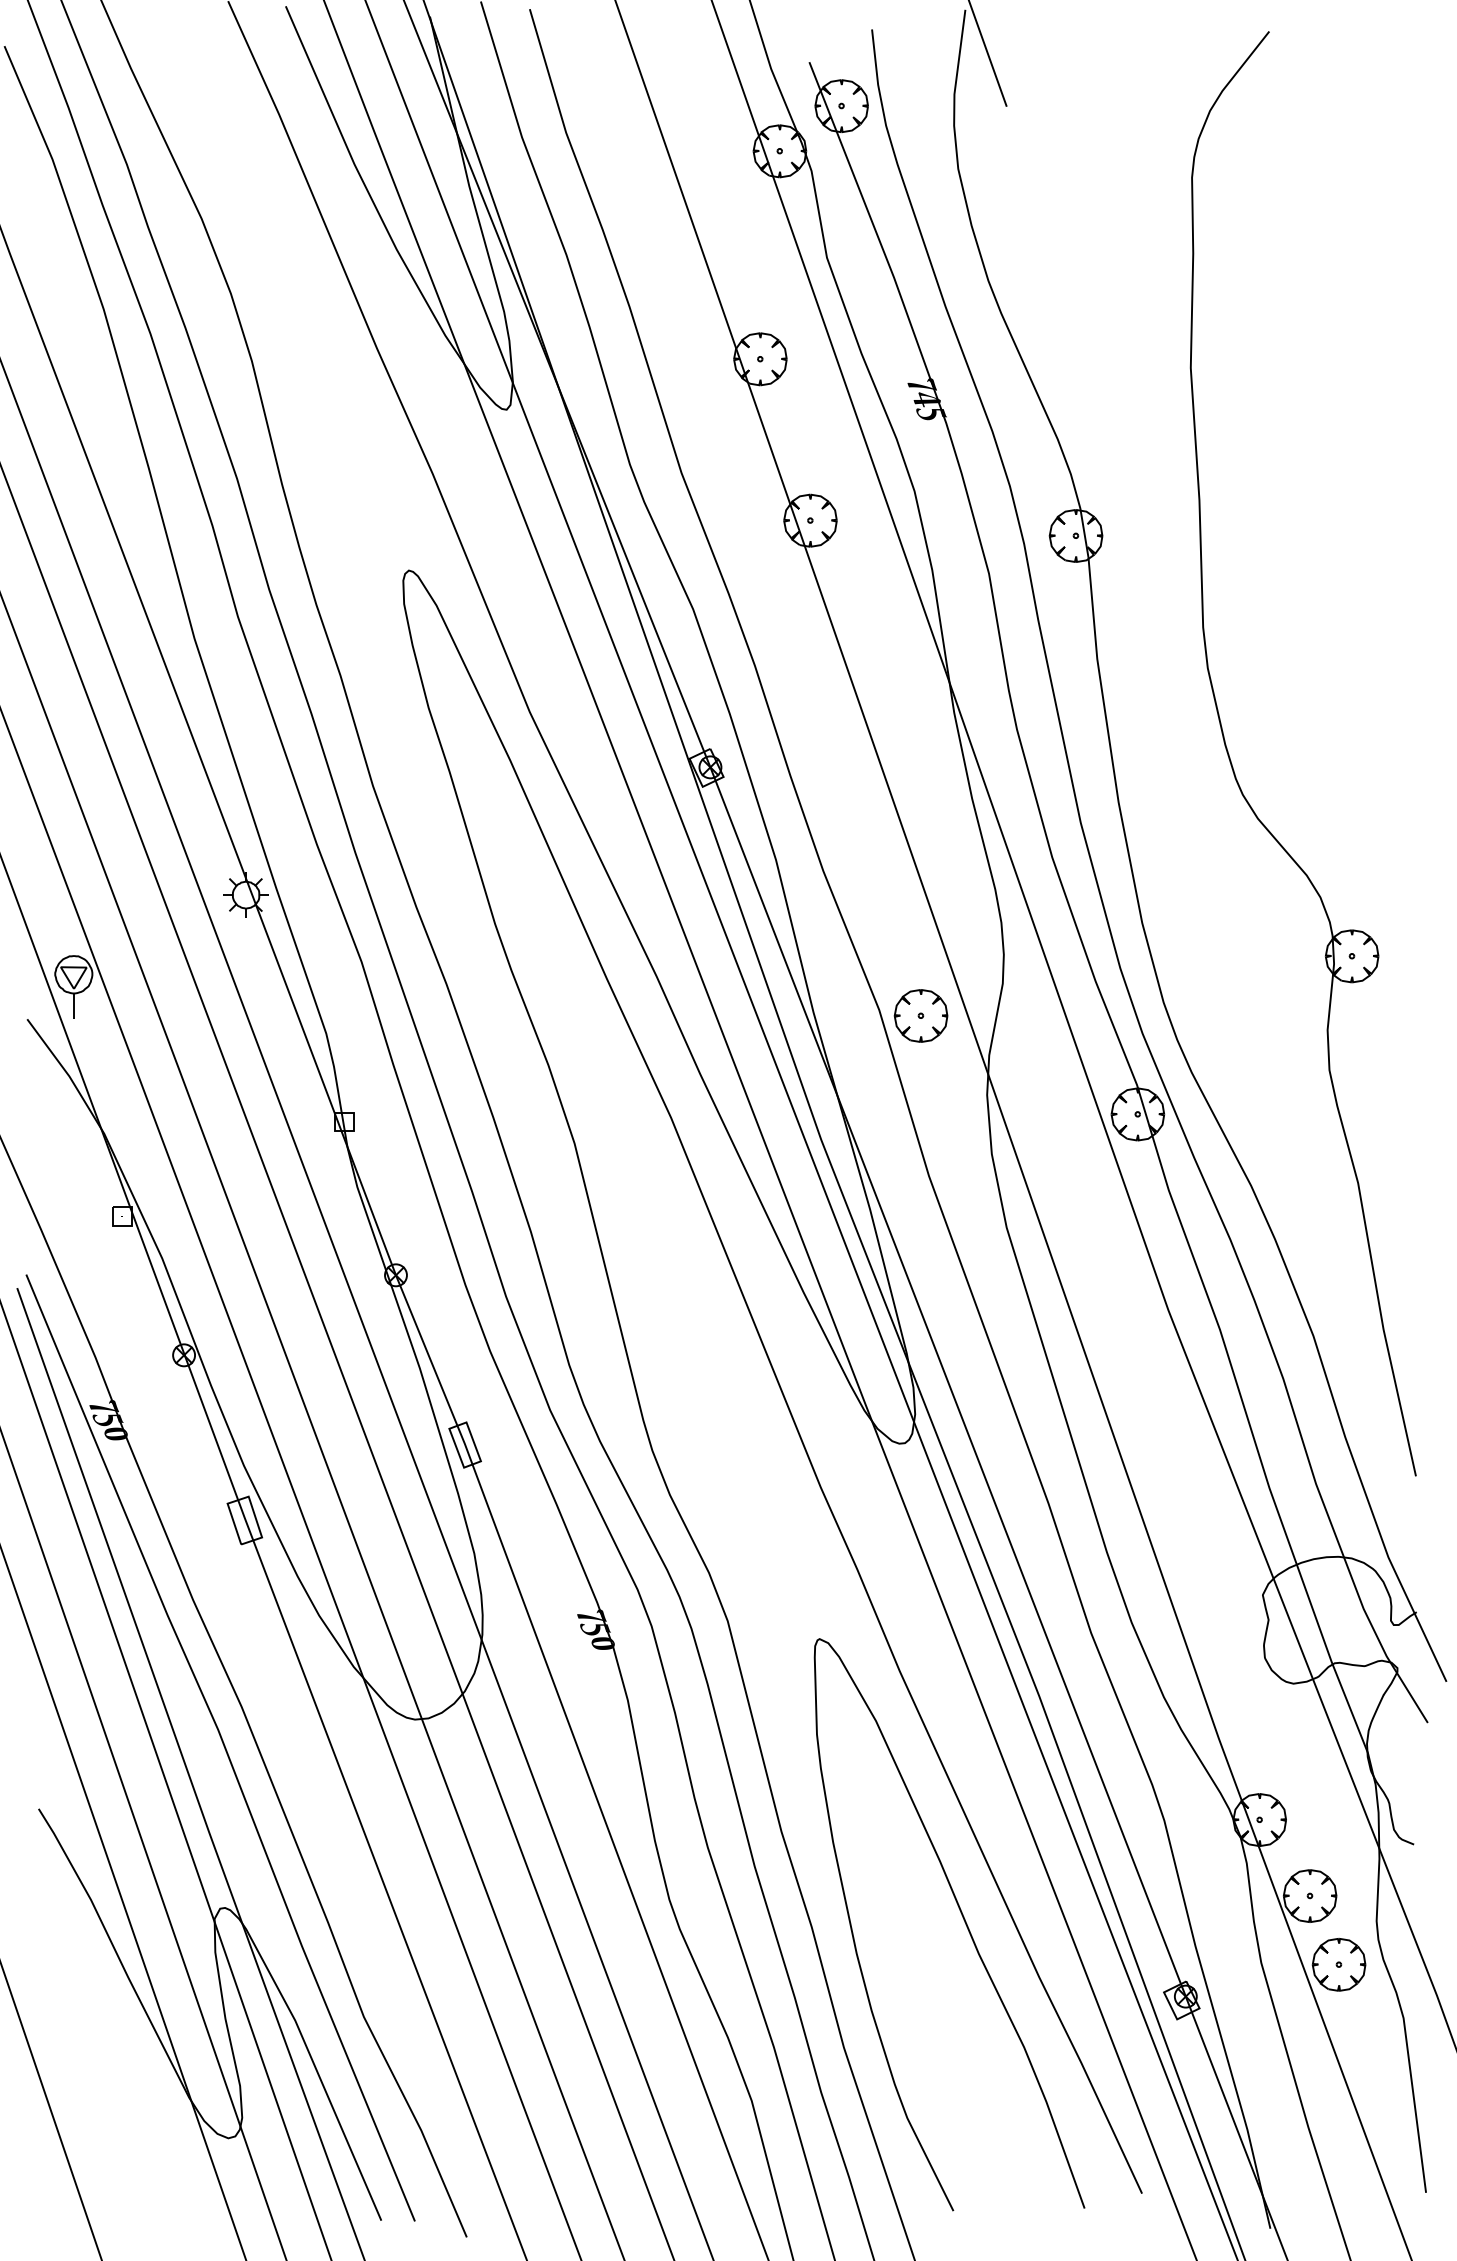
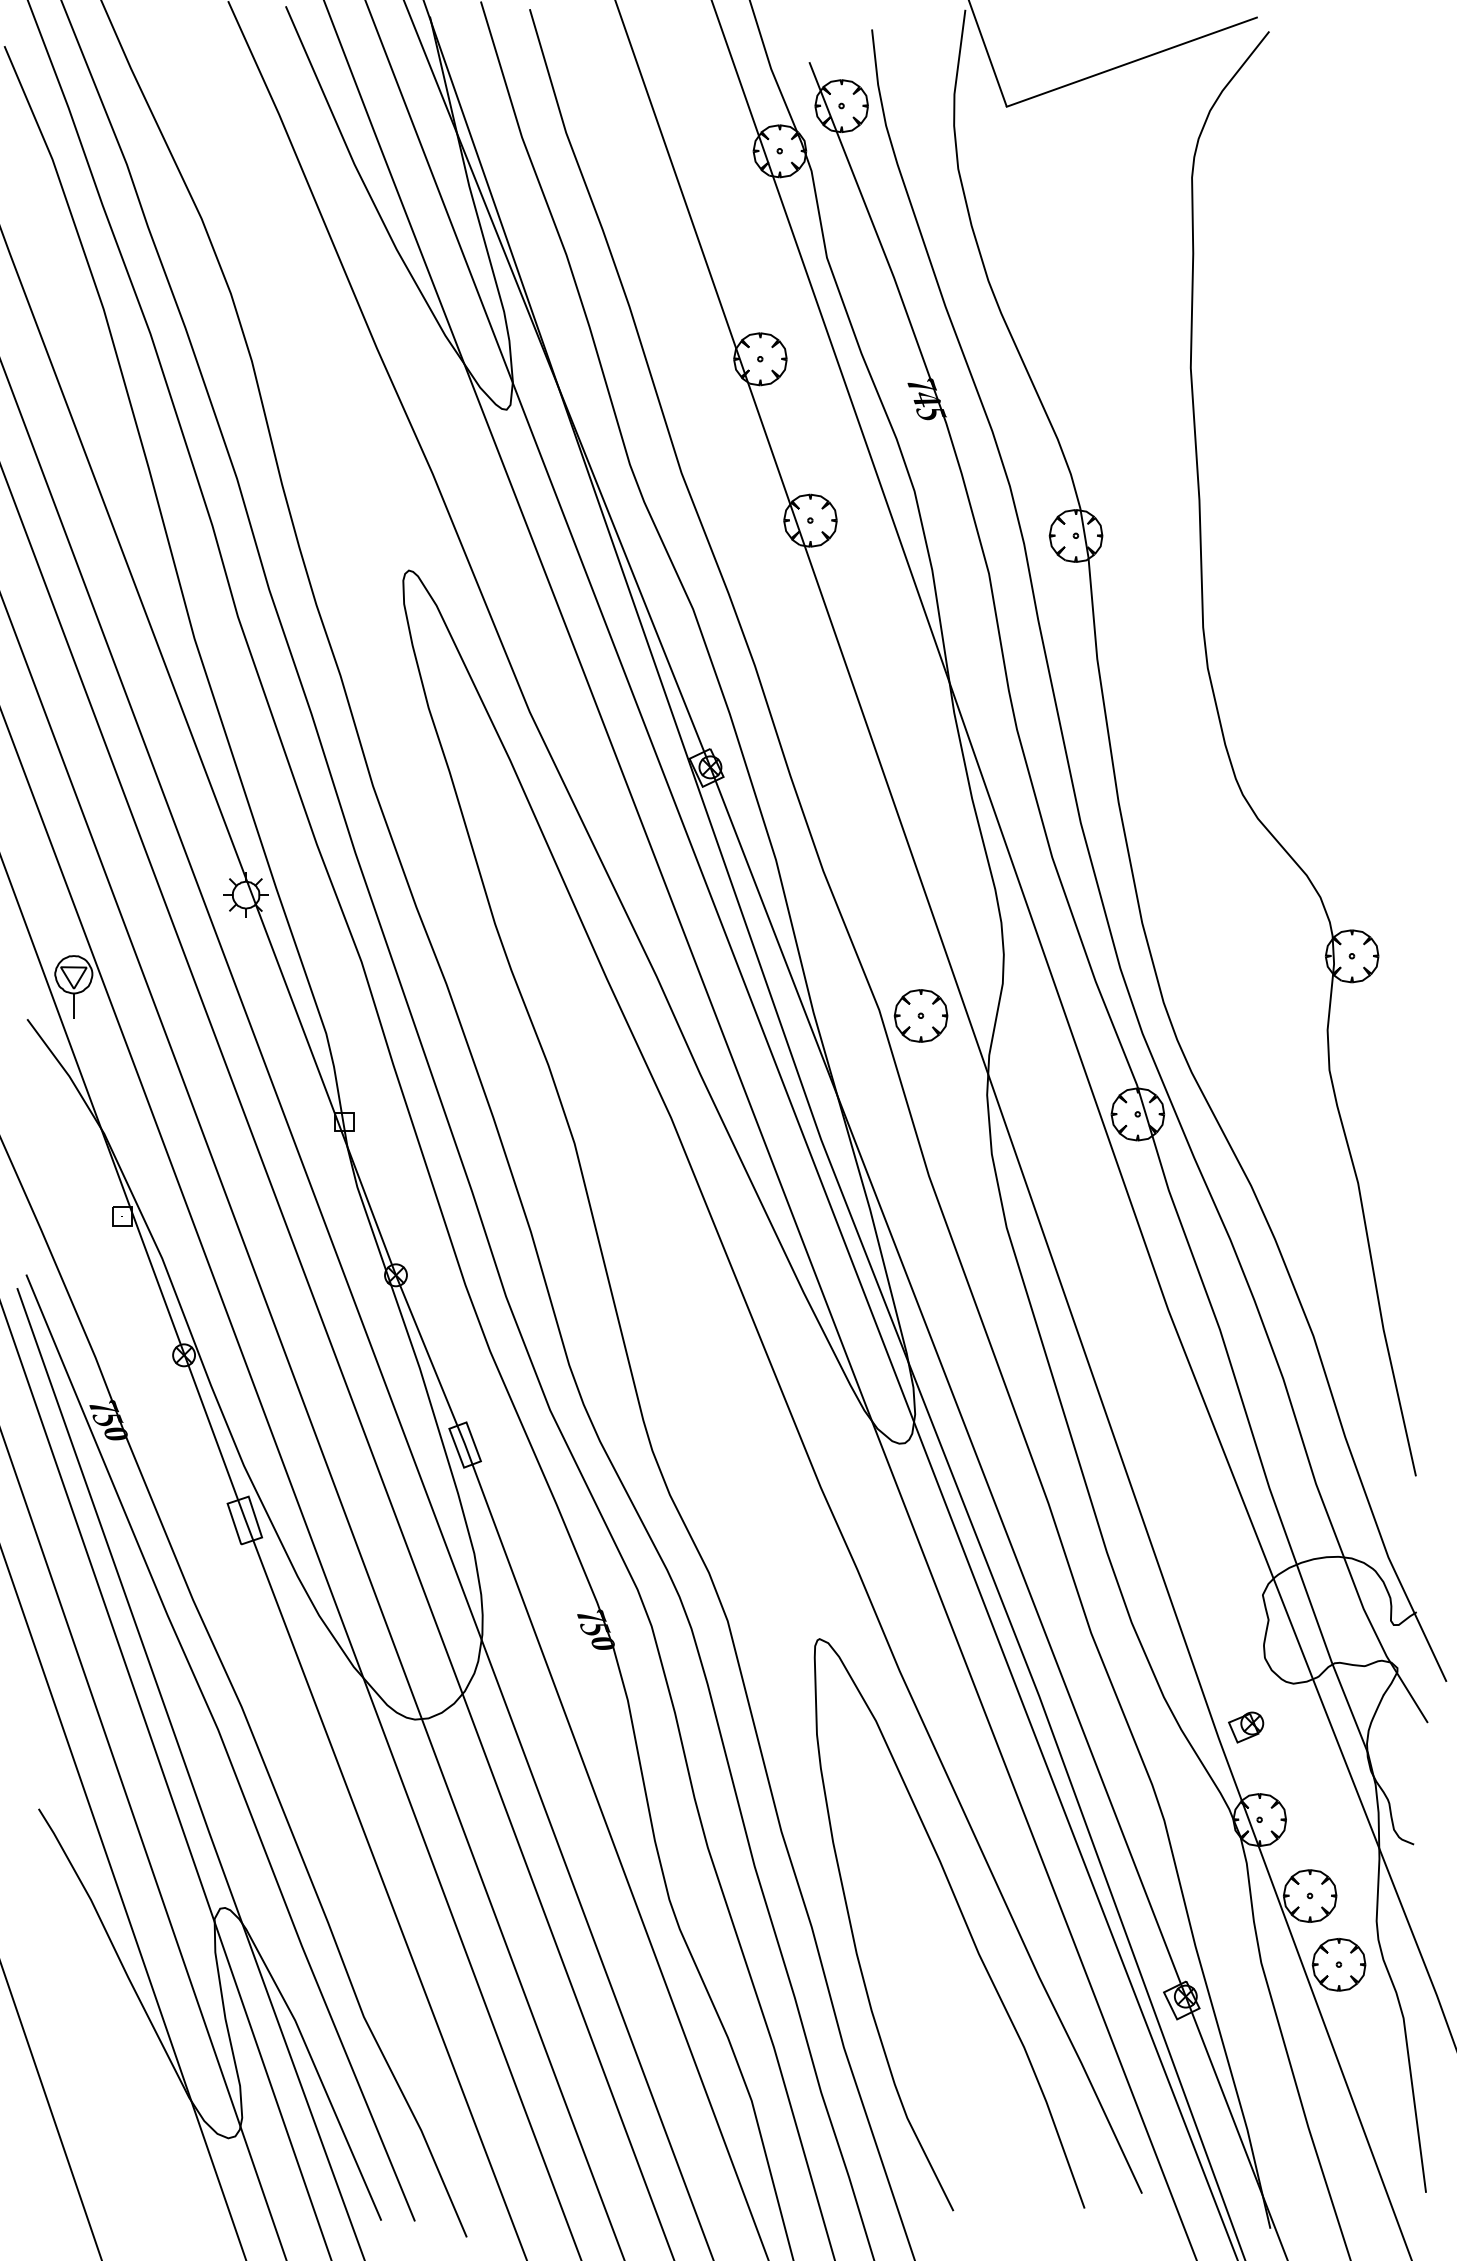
line at (1131, 61): none -> present
part at (1246, 1727): none -> present
